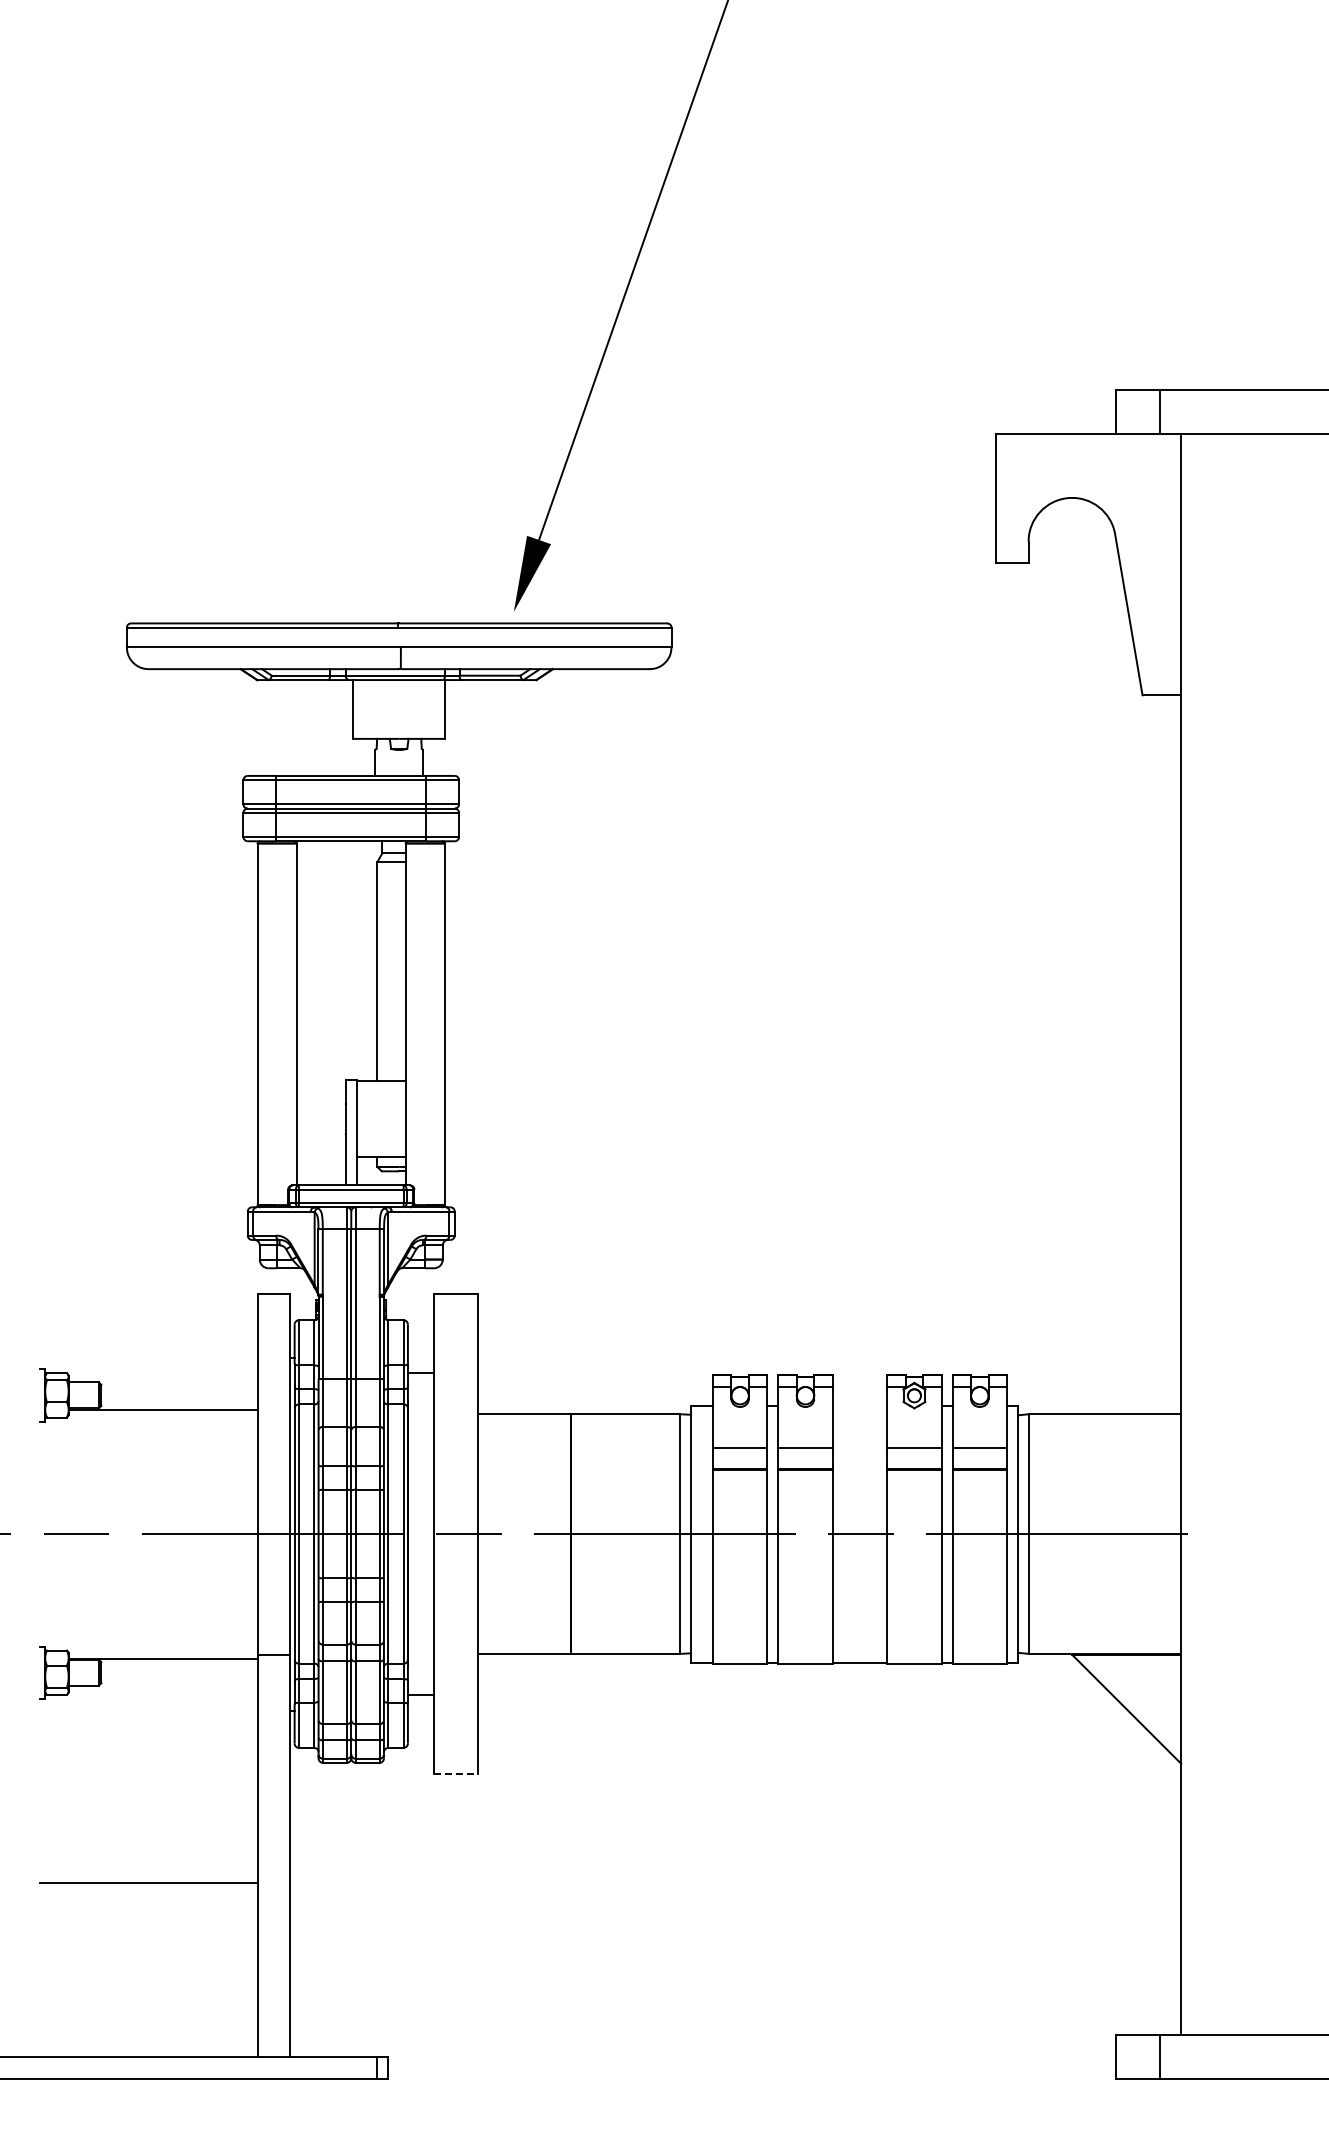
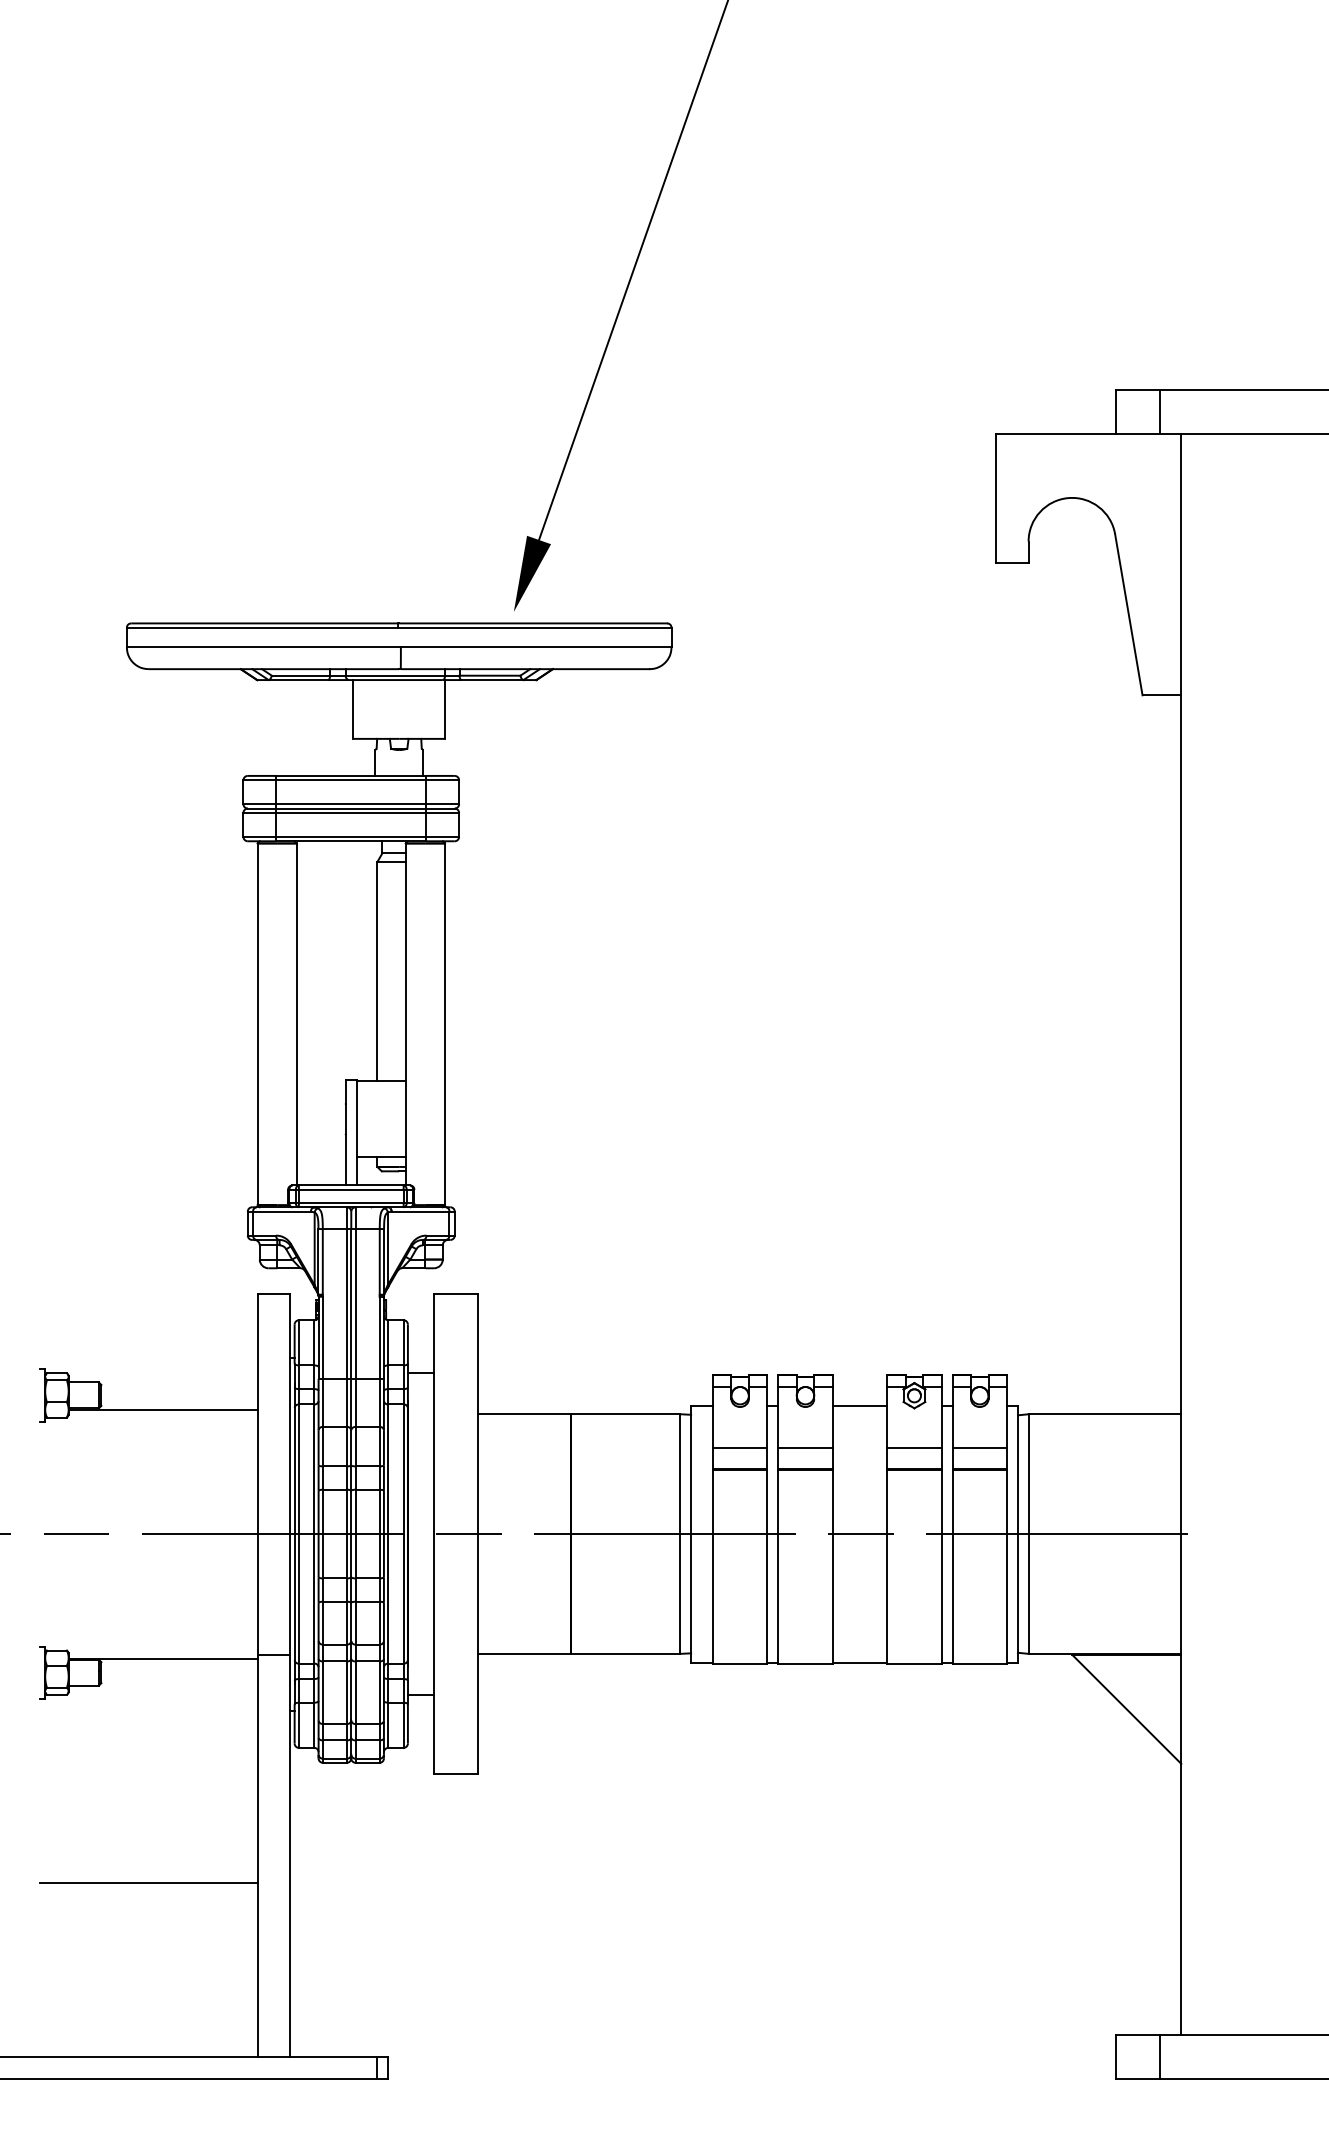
line at (859, 1405): none -> present
line at (455, 1773): dashed -> solid
